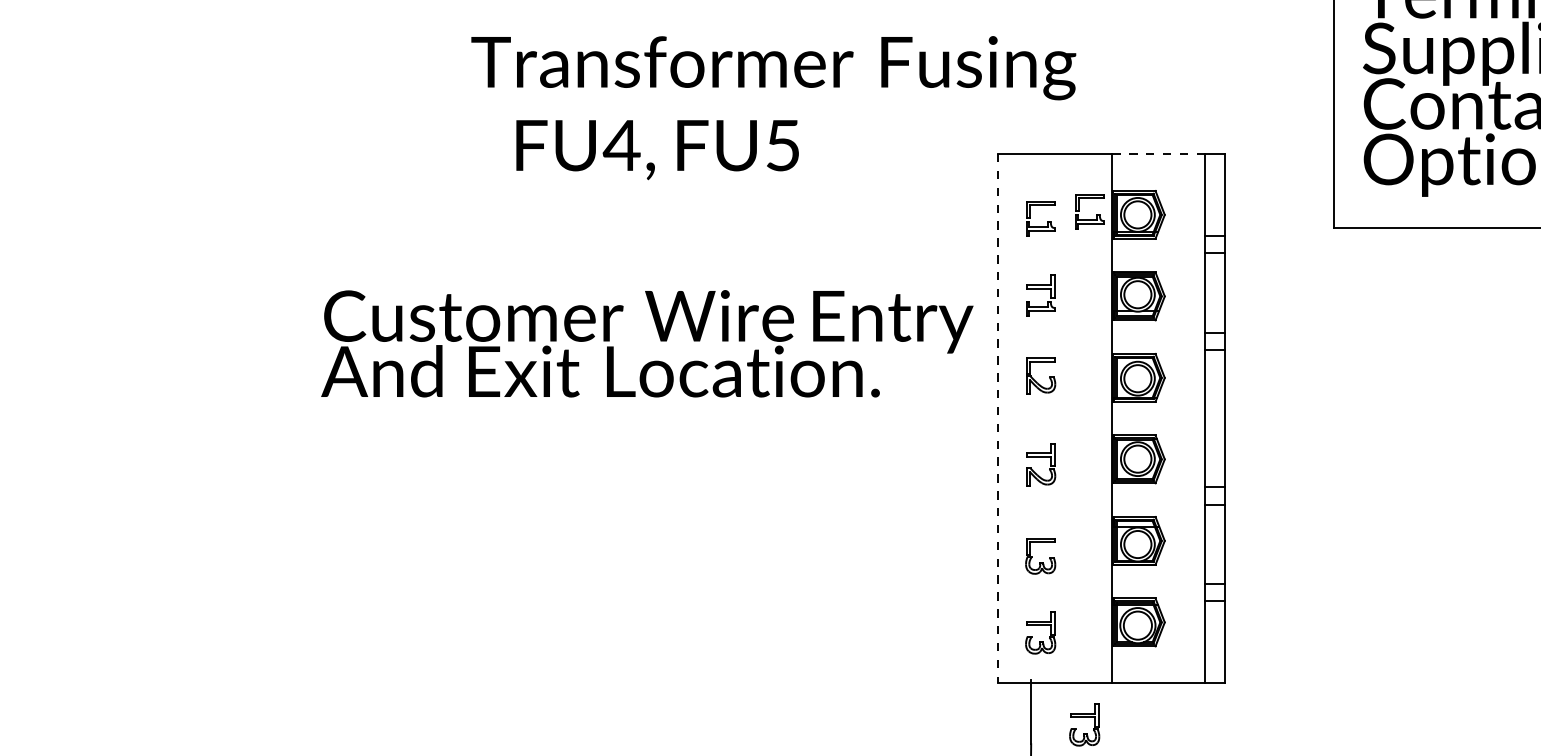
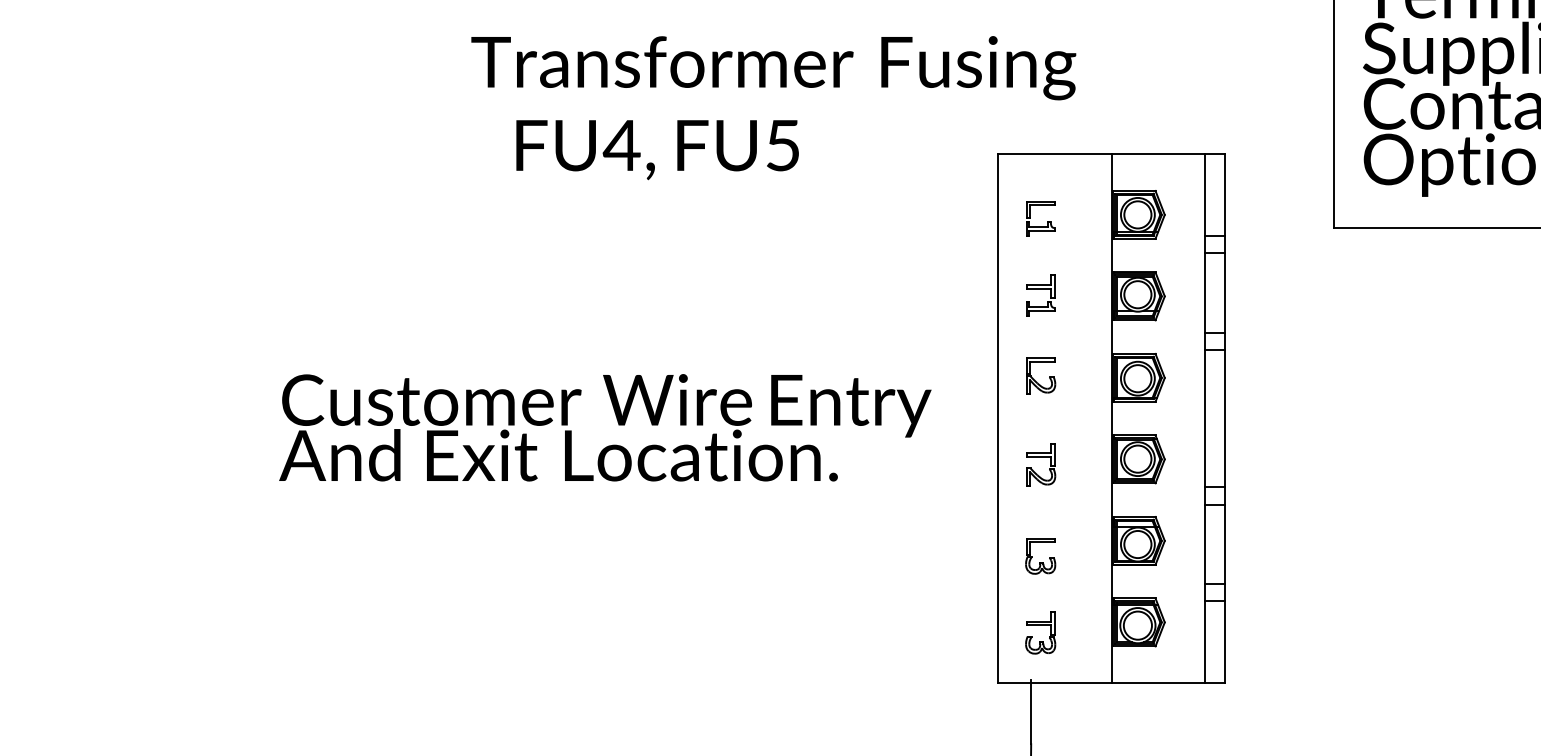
line at (1158, 153): dashed -> solid
part at (1096, 214): present -> none
text at (647, 343) position: (647, 343) -> (605, 427)
line at (998, 418): dashed -> solid
part at (1084, 717): present -> none
